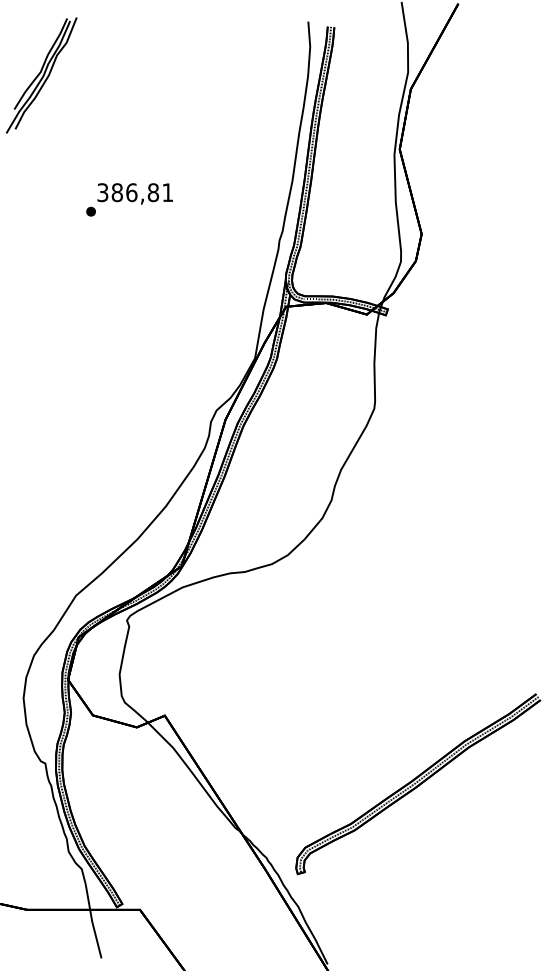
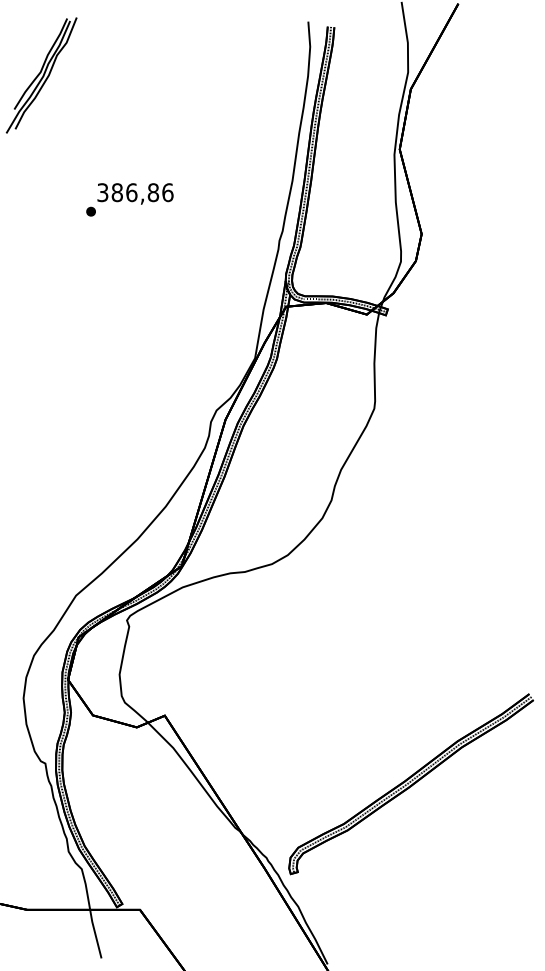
text at (167, 192): 386,81 -> 386,86
part at (418, 784) position: (418, 784) -> (411, 784)
